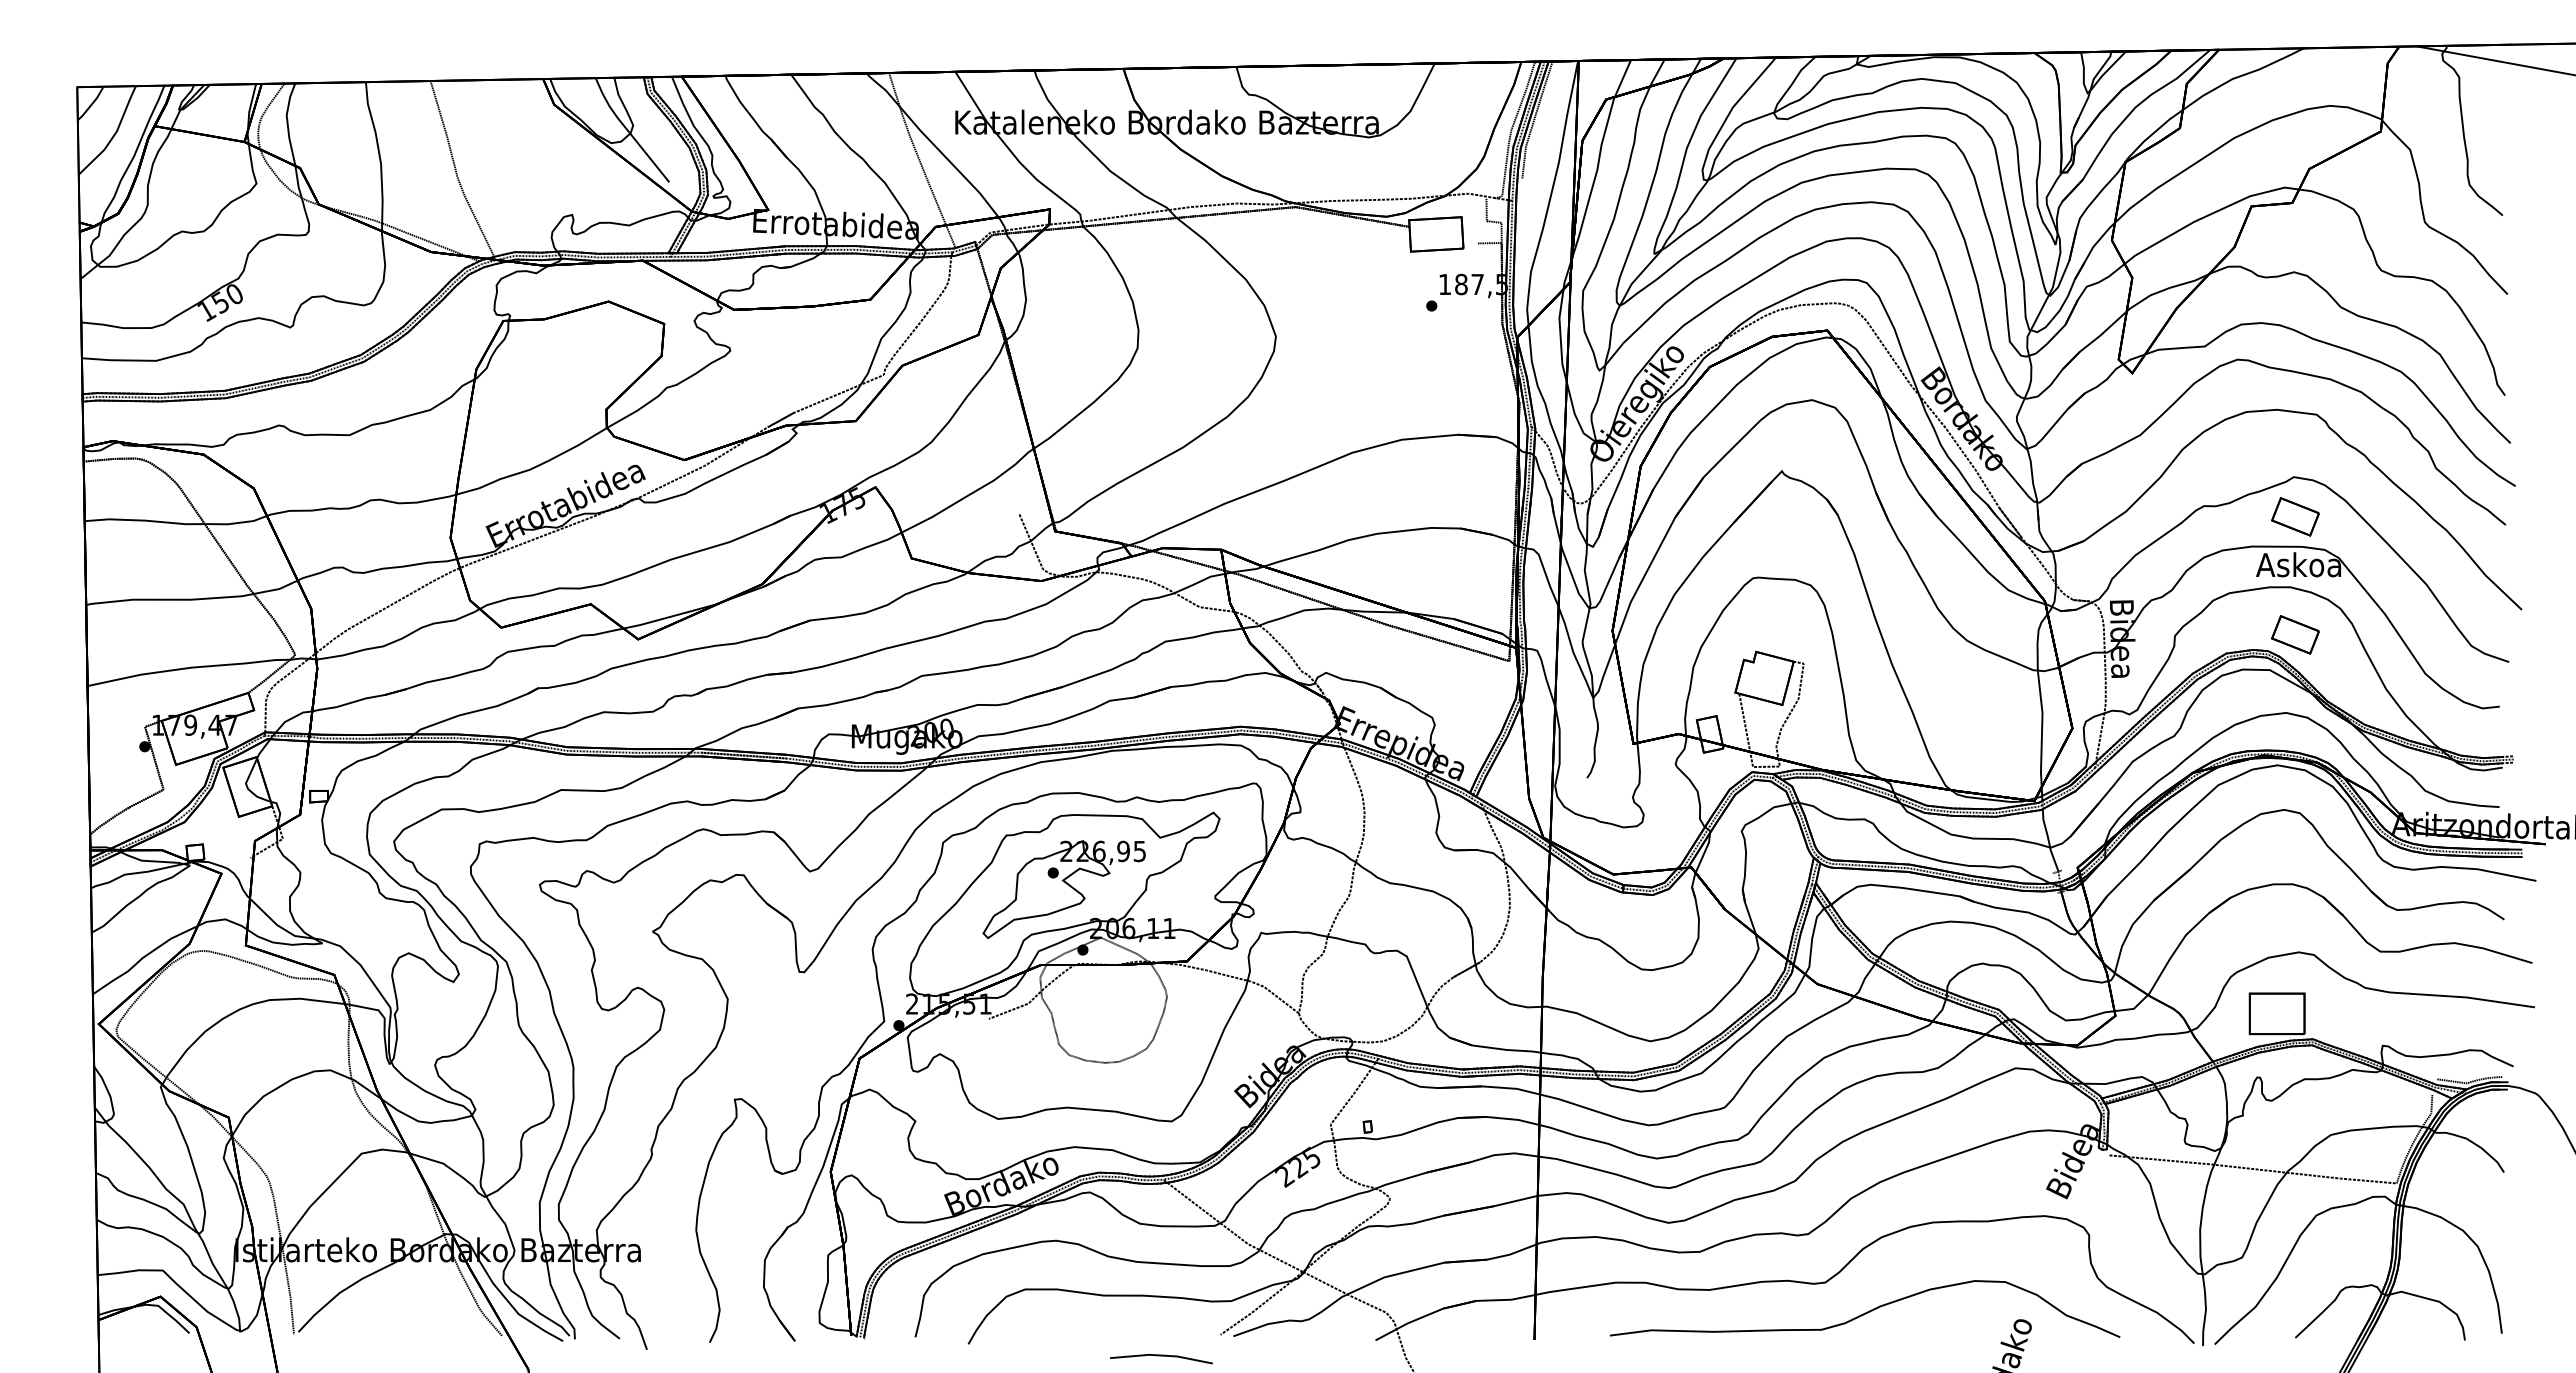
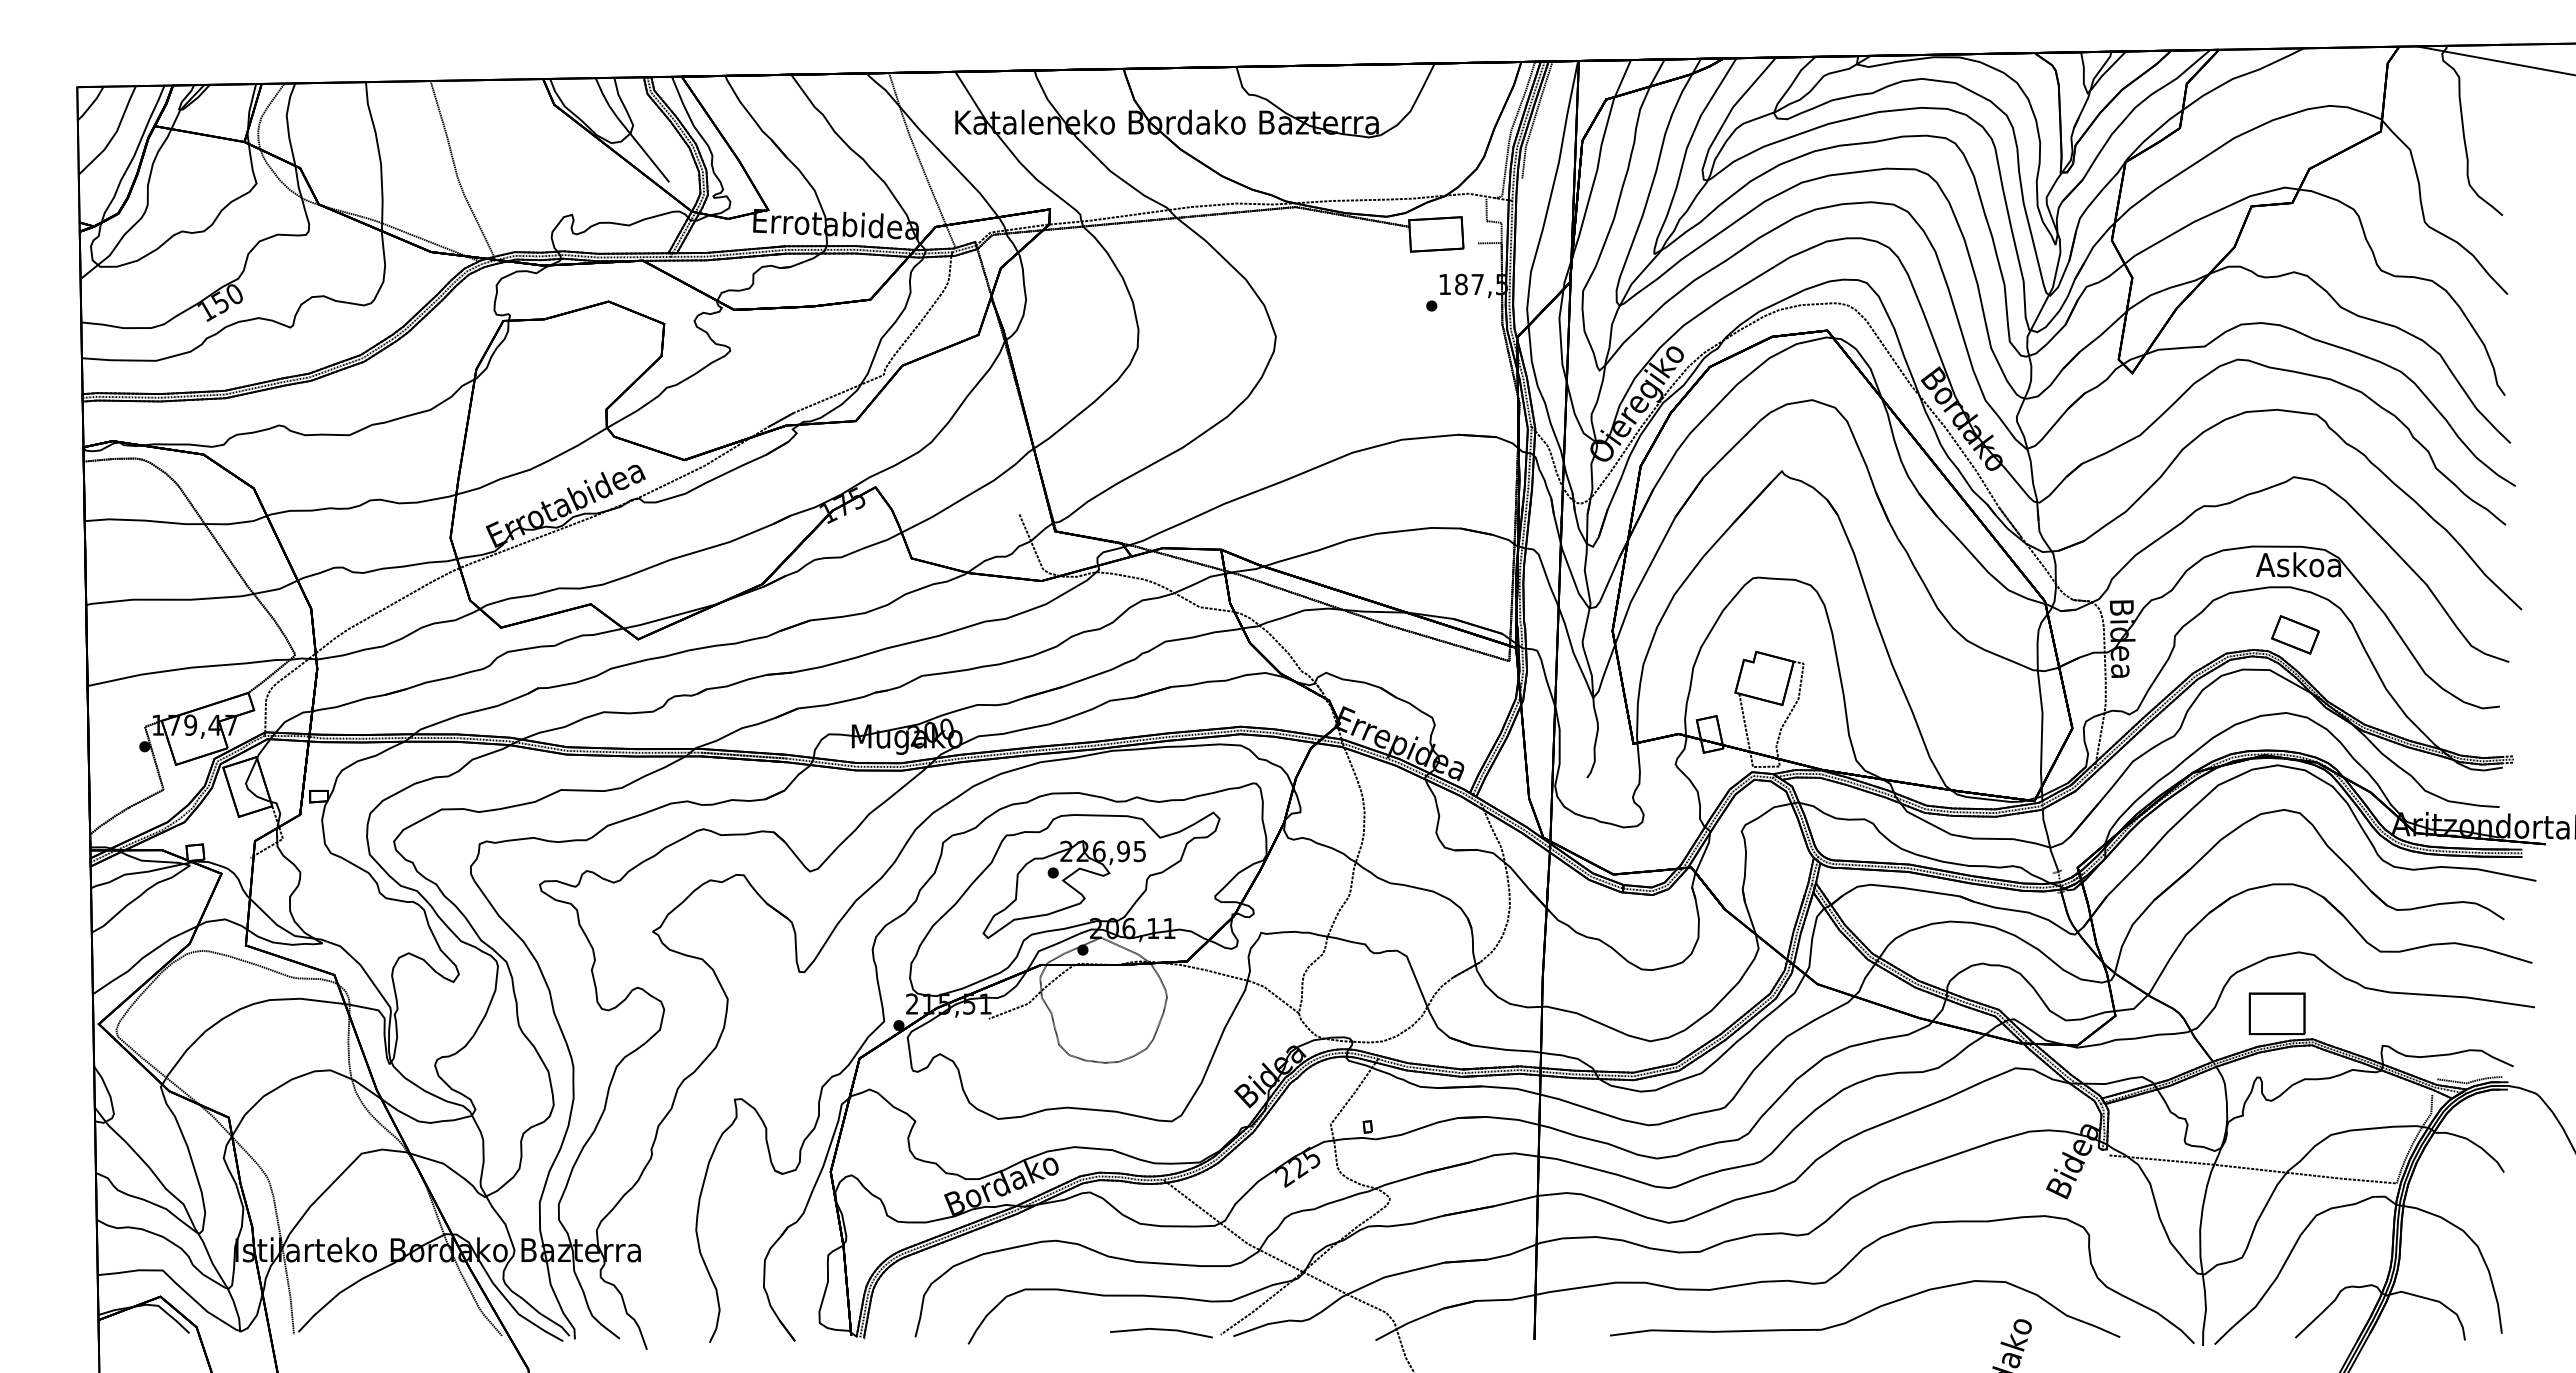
part at (2295, 516): present -> none
line at (1161, 1356) position: (1161, 1356) -> (1161, 1330)
